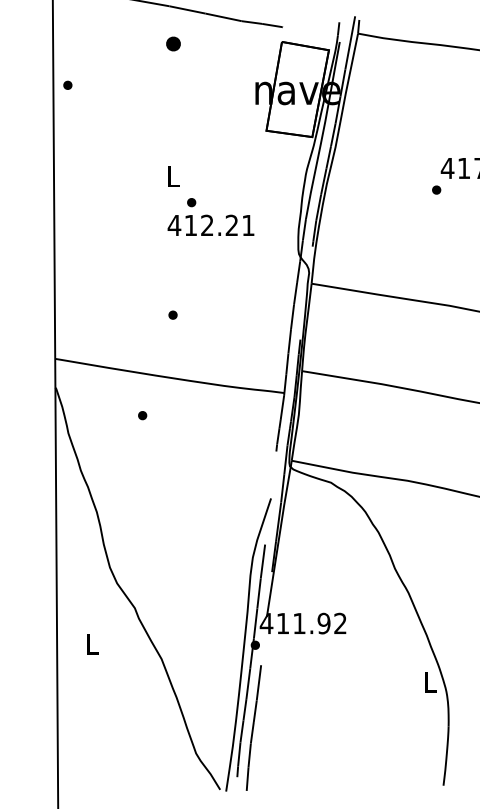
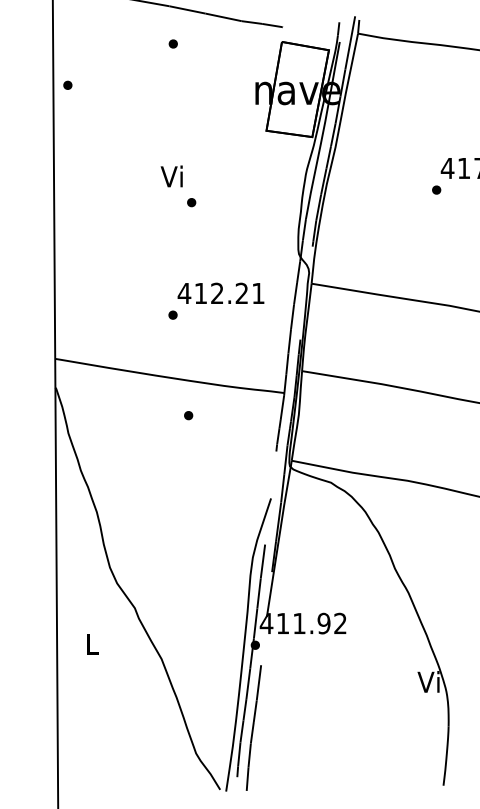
part at (173, 43) size: 15x16 px -> 10x10 px
text at (171, 176): L -> Vi
text at (210, 224) position: (210, 224) -> (220, 292)
part at (142, 415) position: (142, 415) -> (188, 415)
text at (428, 681): L -> Vi
